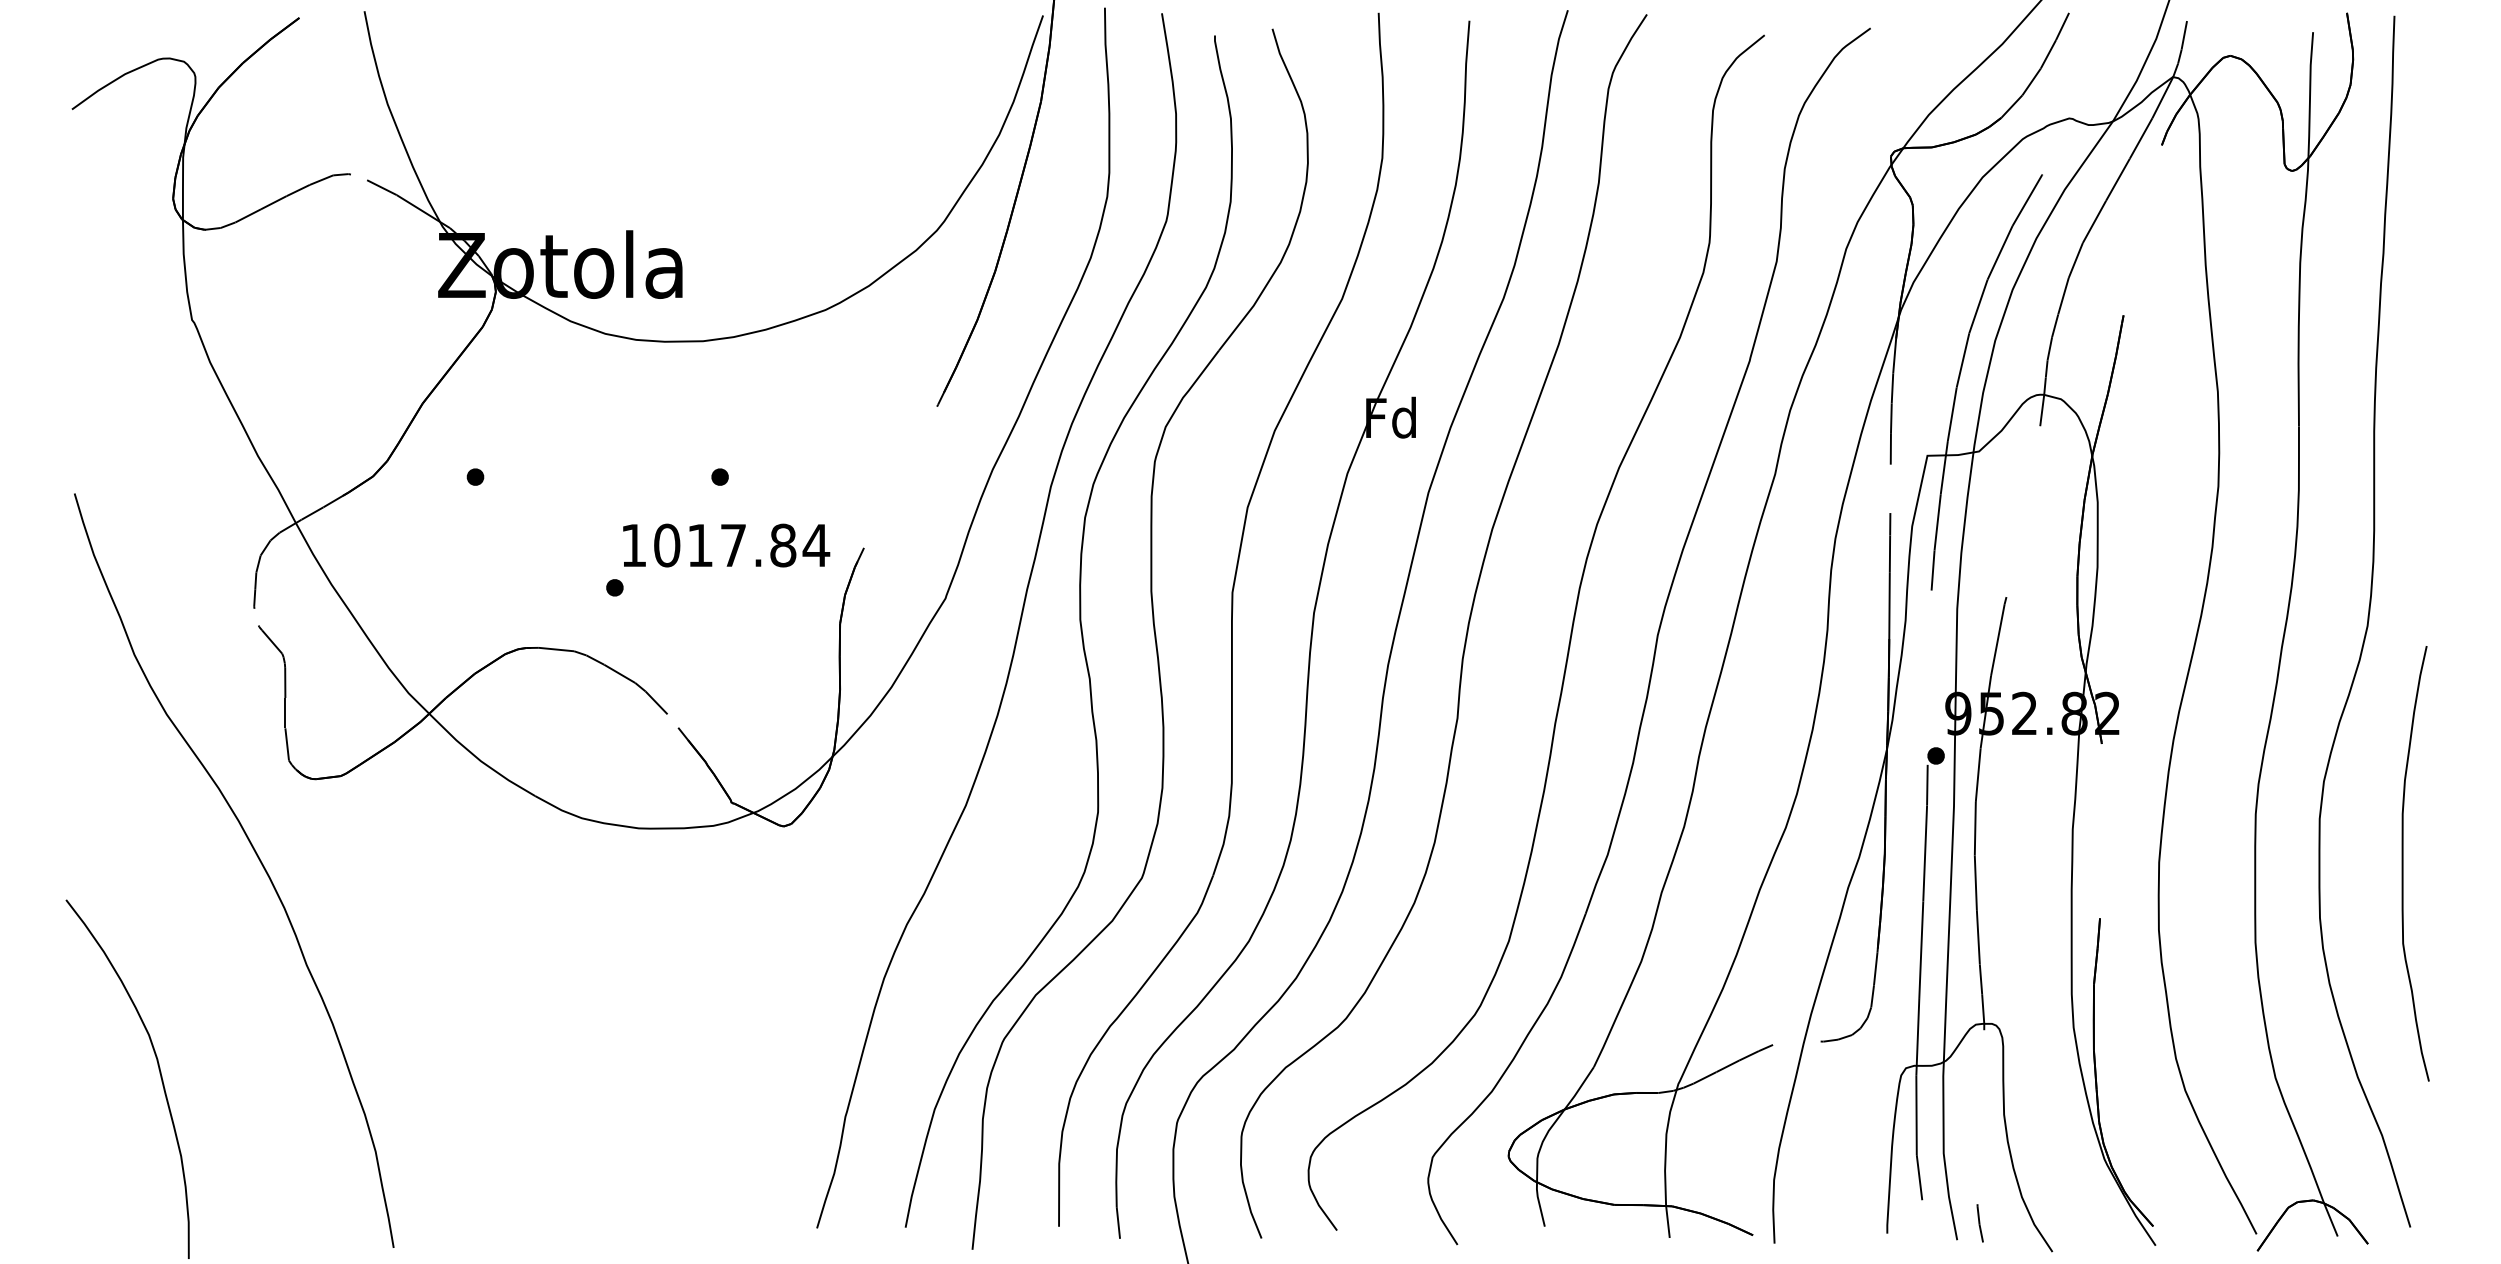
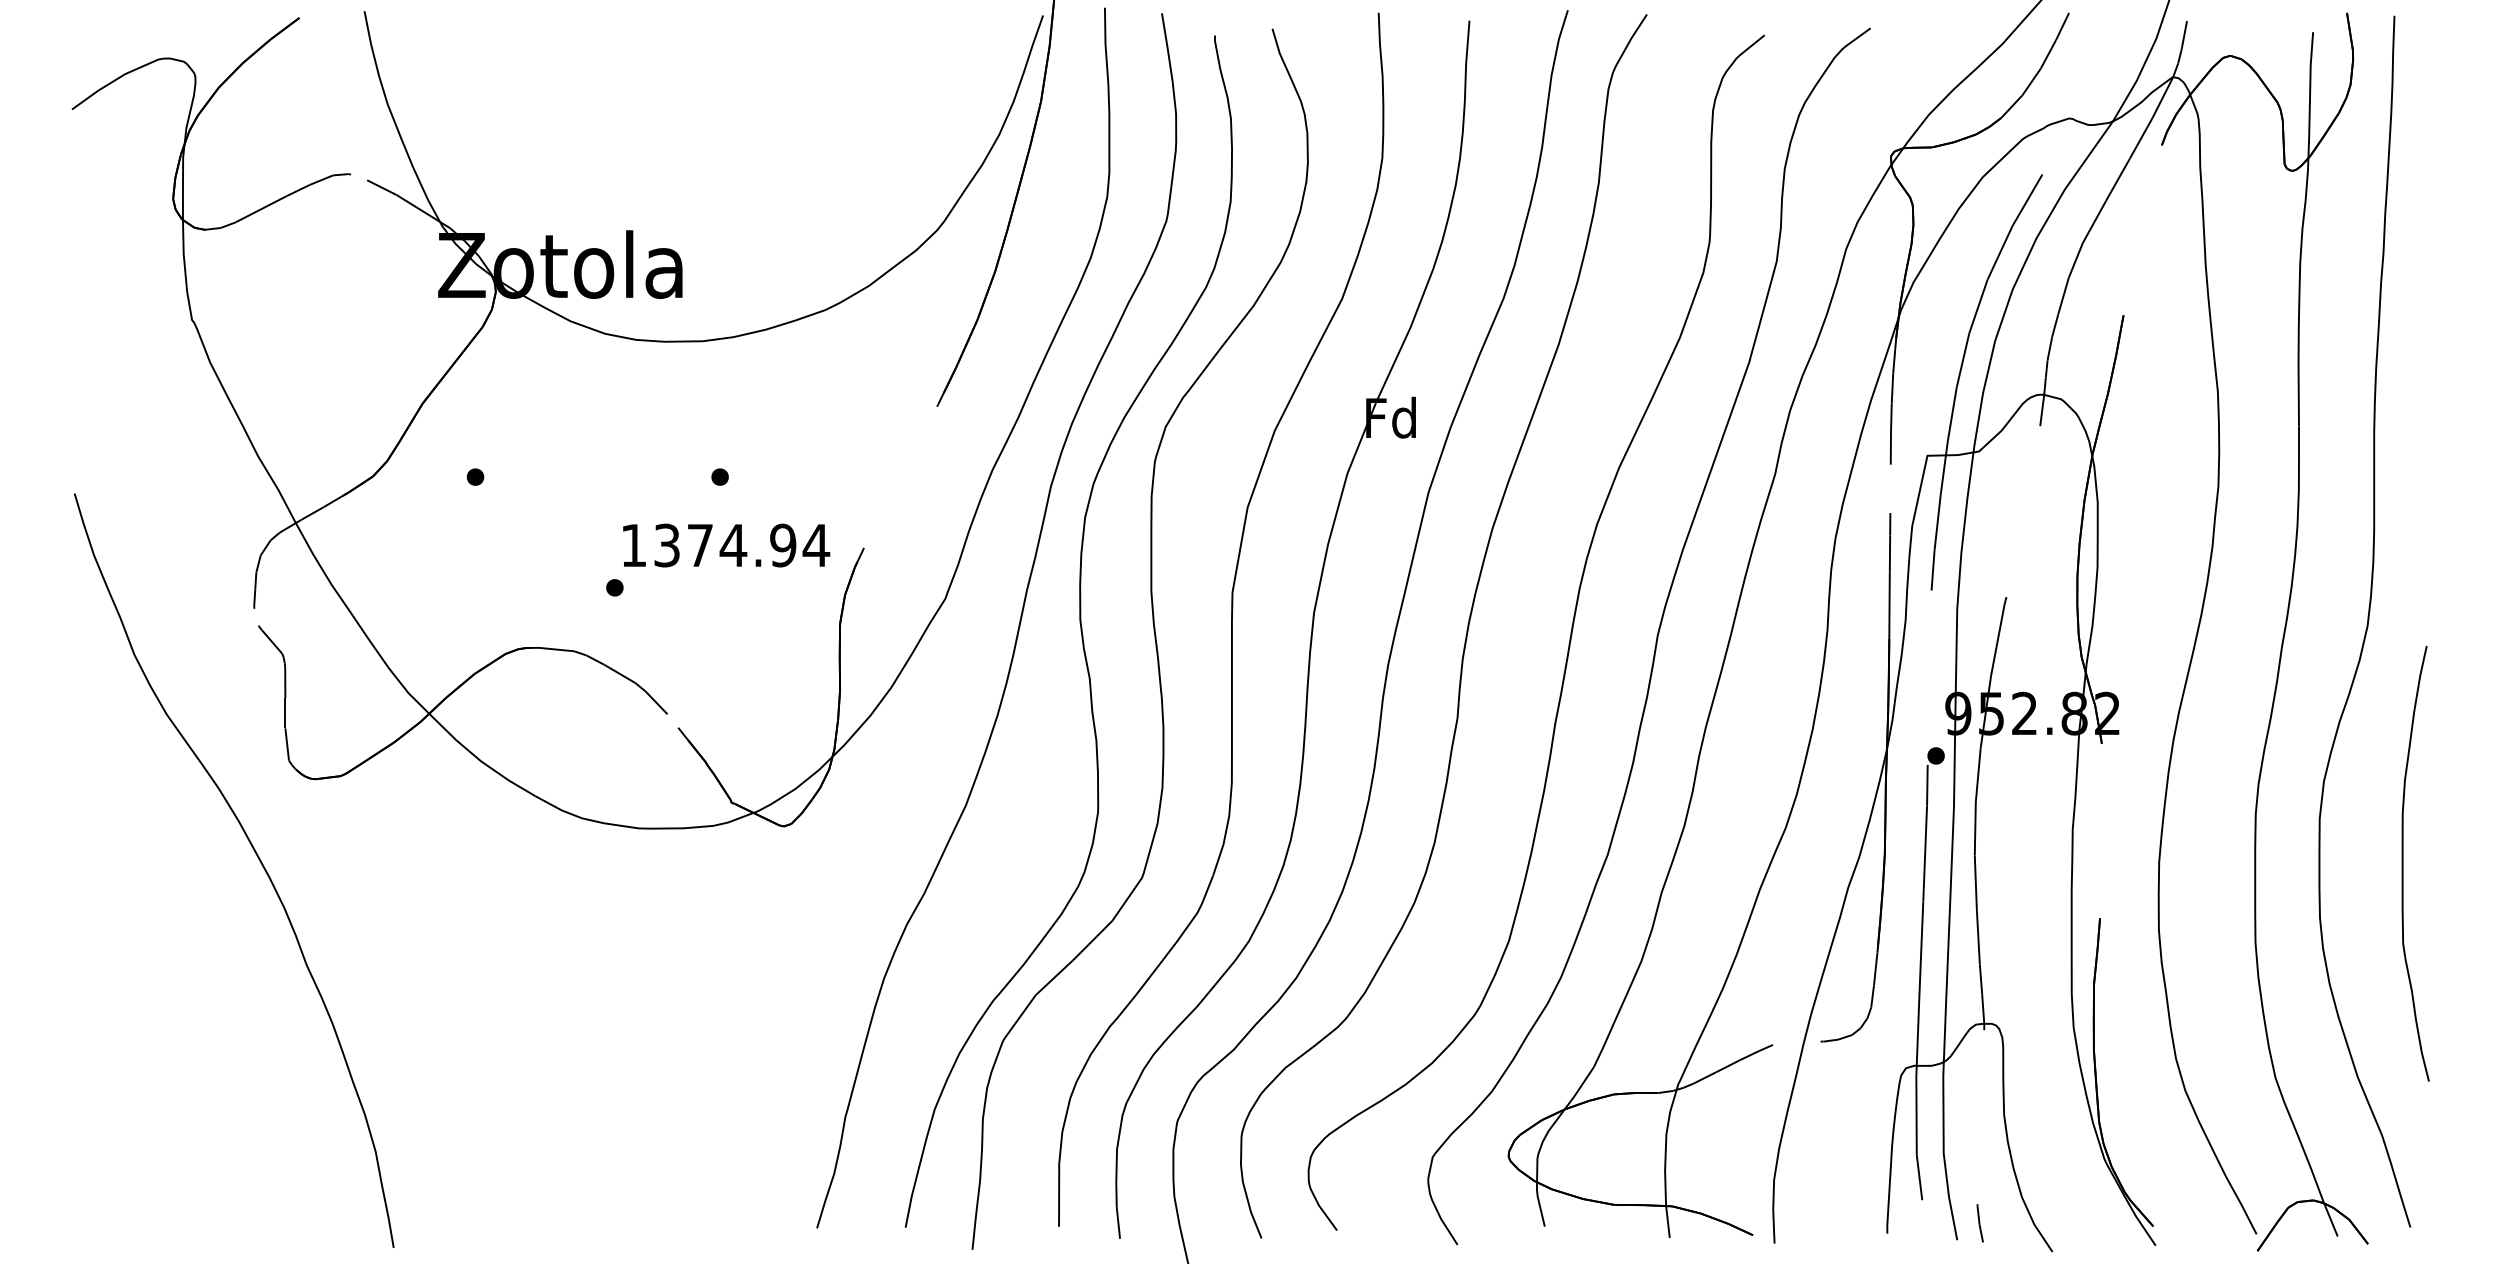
text at (725, 545): 1017.84 -> 1374.94
curve at (158, 1069): present -> none
